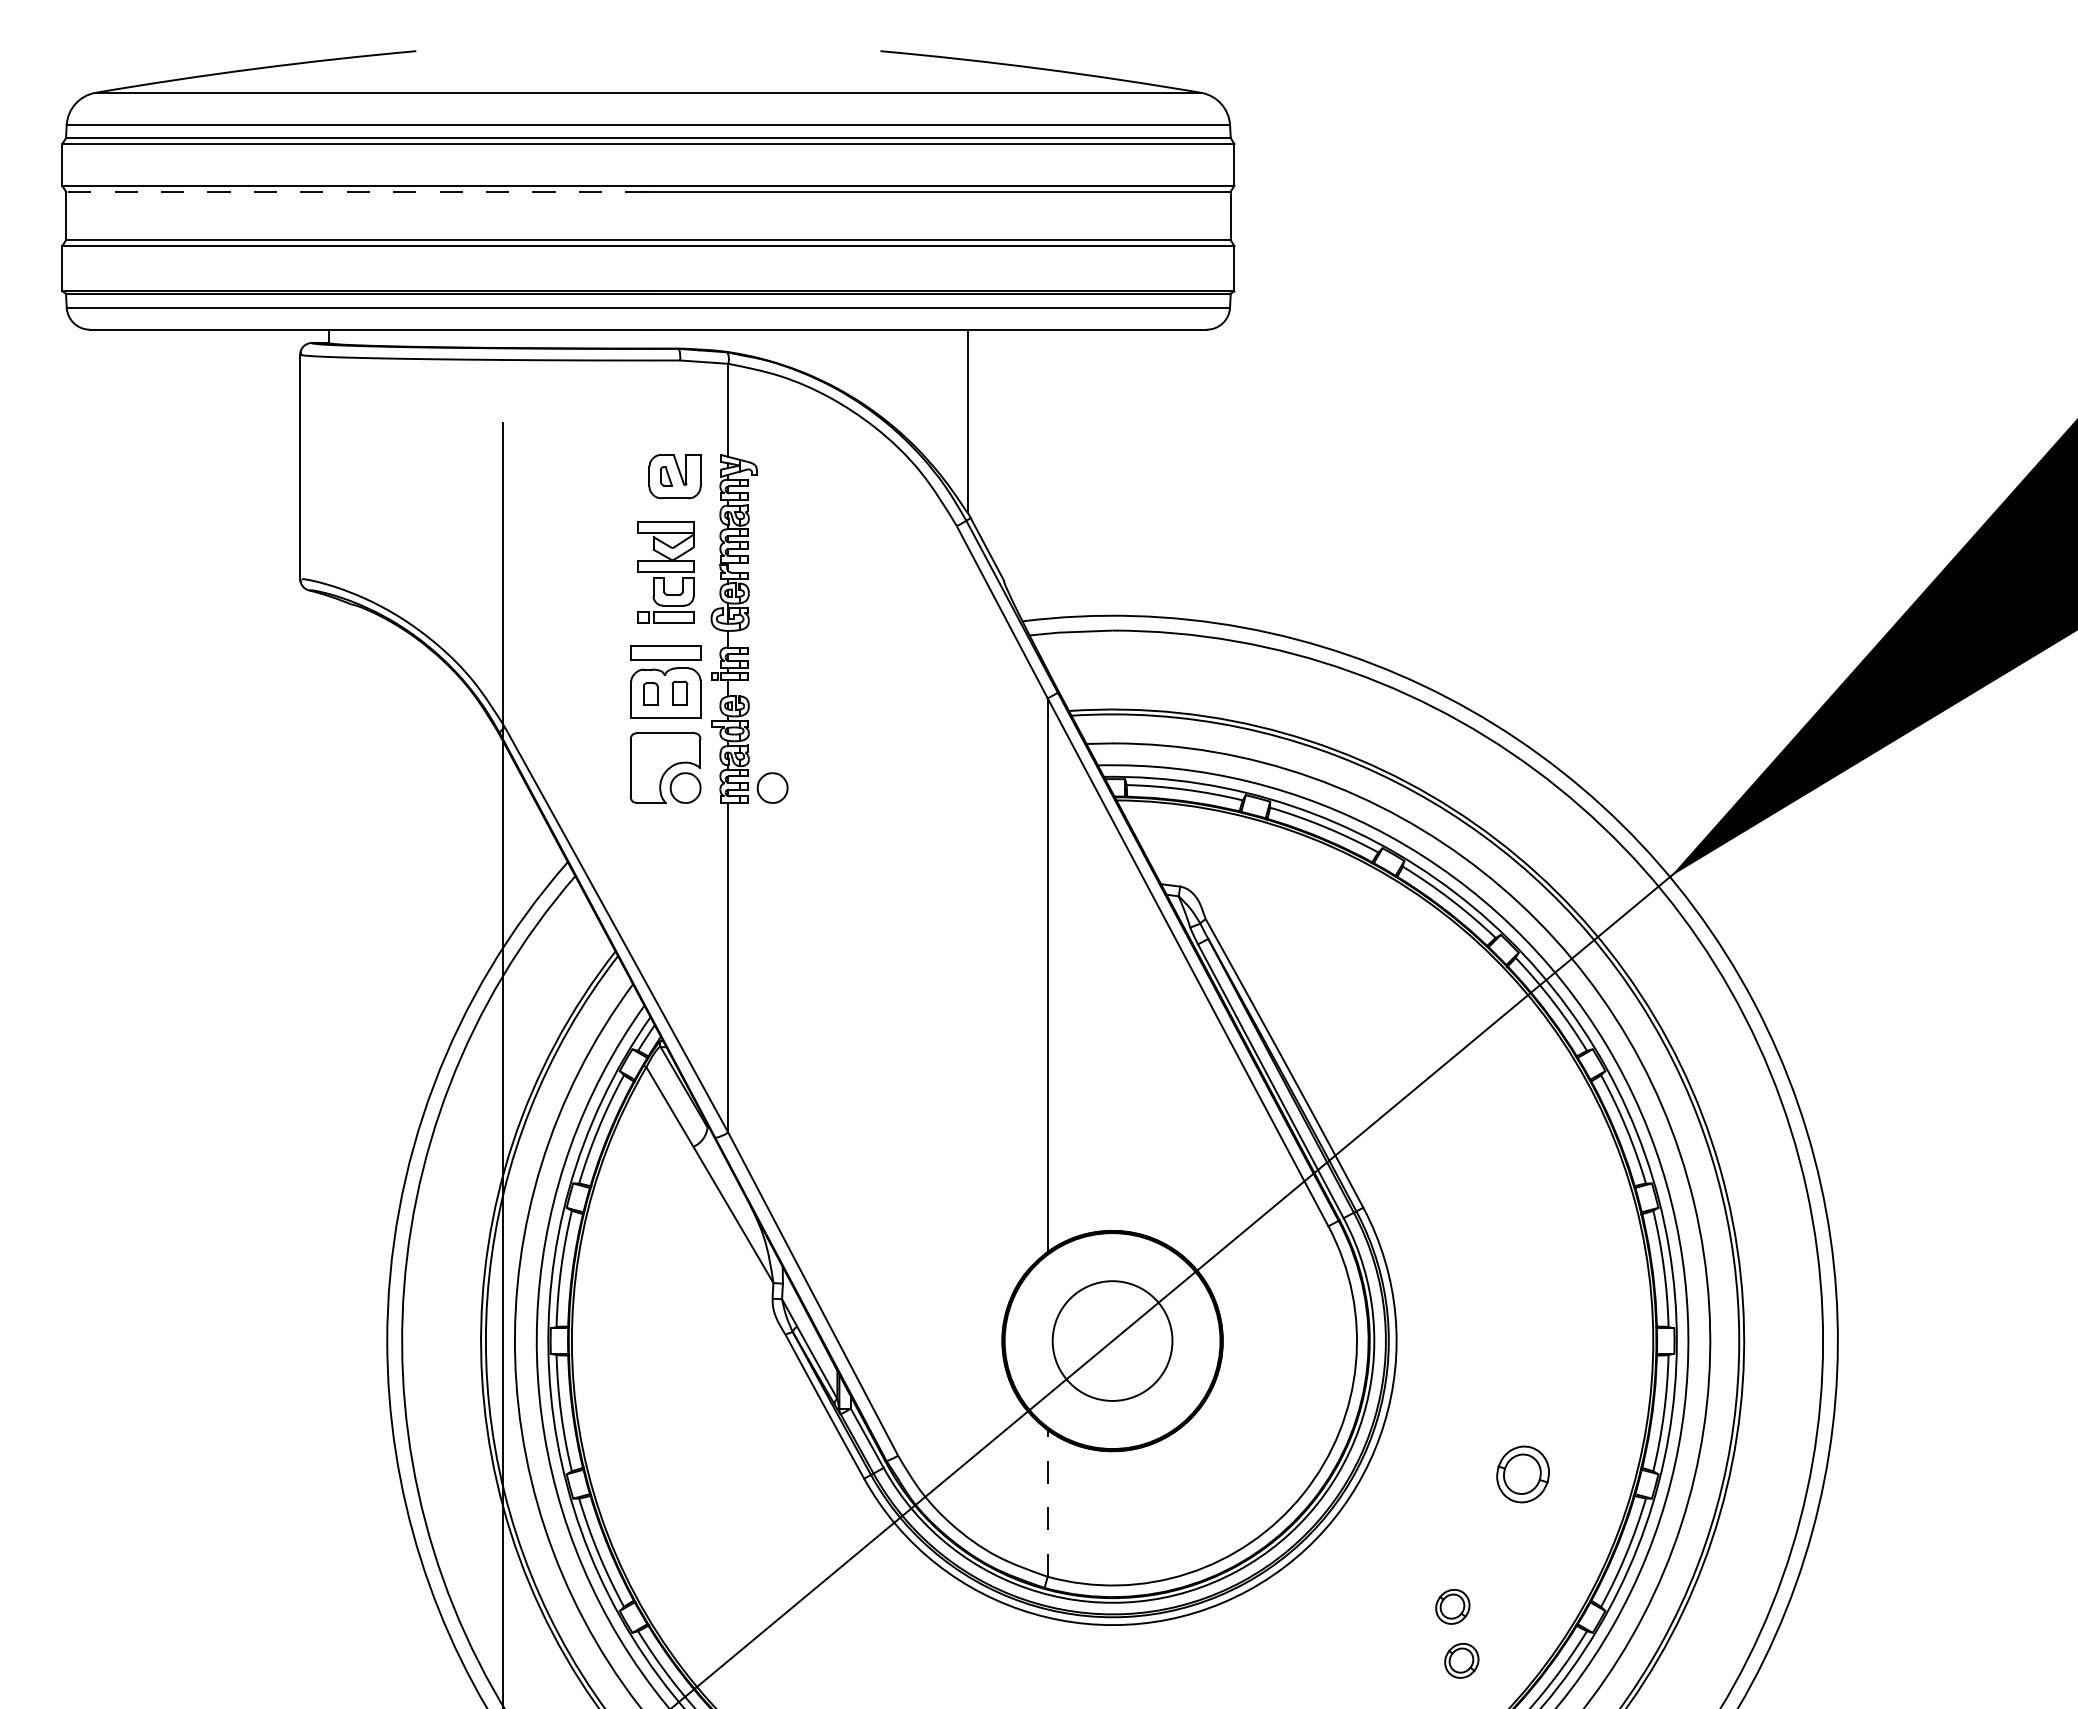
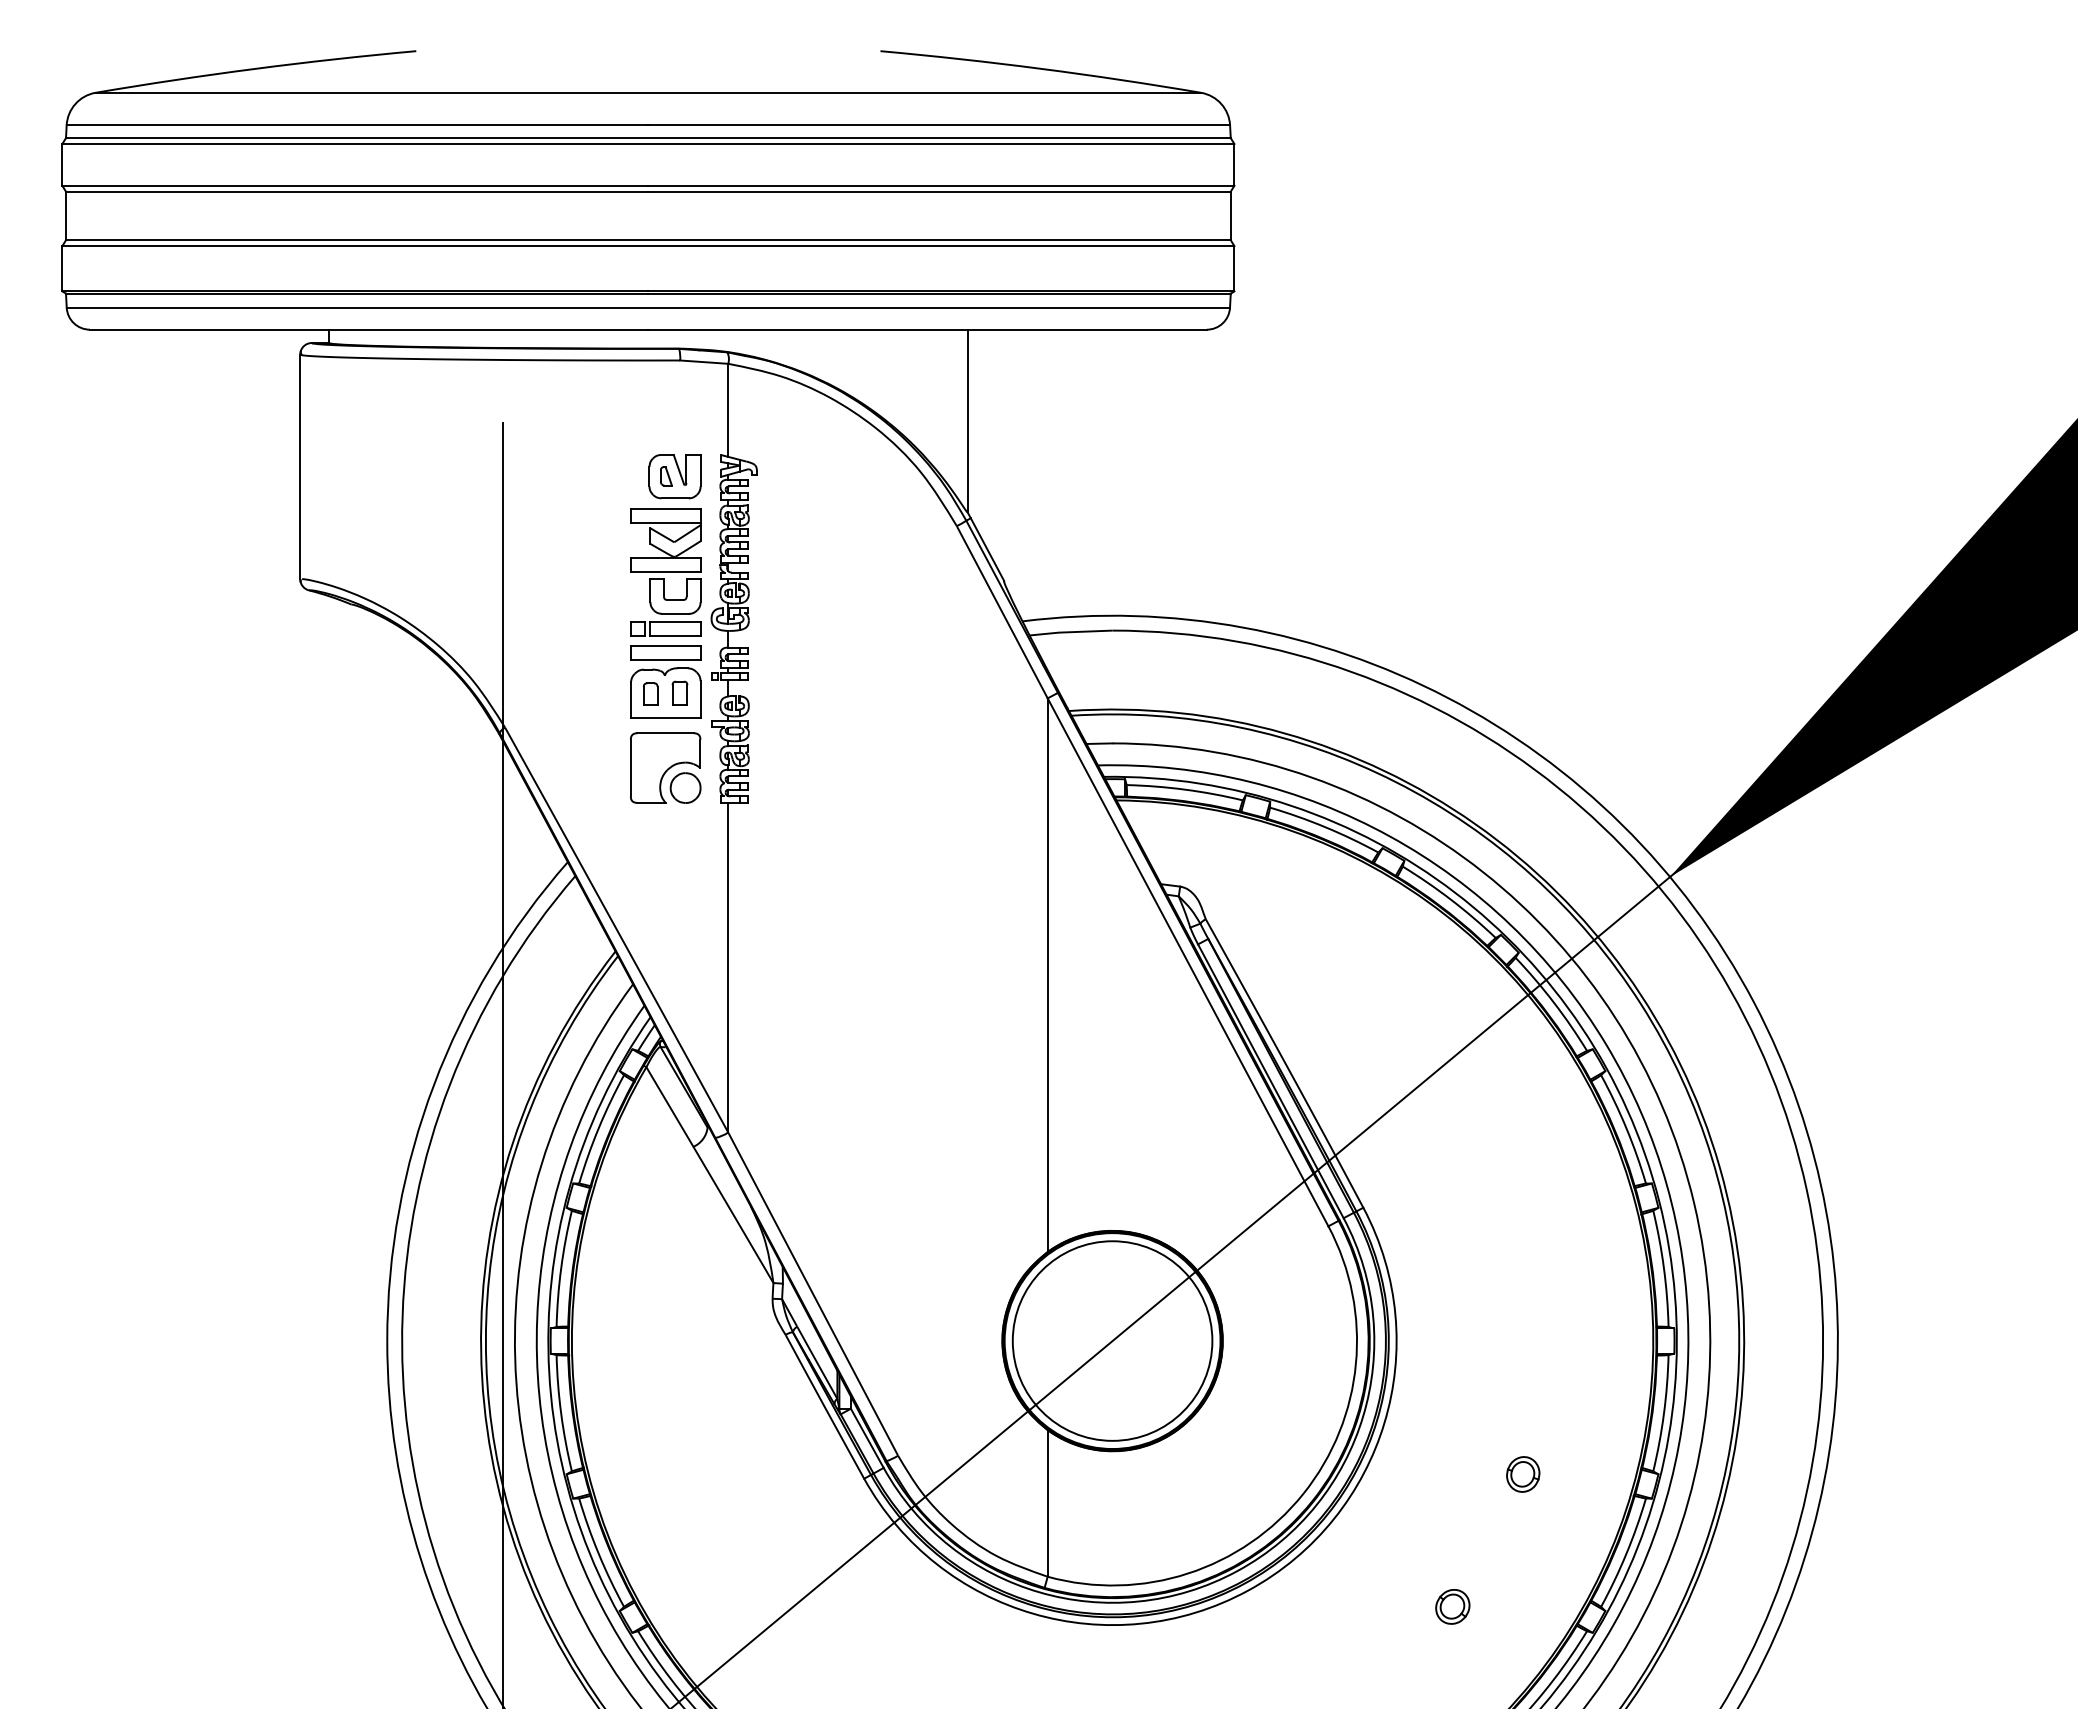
line at (356, 191): dashed -> solid
part at (665, 572) size: 58x103 px -> 72x129 px
part at (772, 787): present -> none
circle at (1112, 1340) diameter: 120 px -> 200 px
part at (1522, 1474) size: 54x59 px -> 35x37 px
line at (1047, 1502): dashed -> solid
part at (1461, 1660): present -> none
